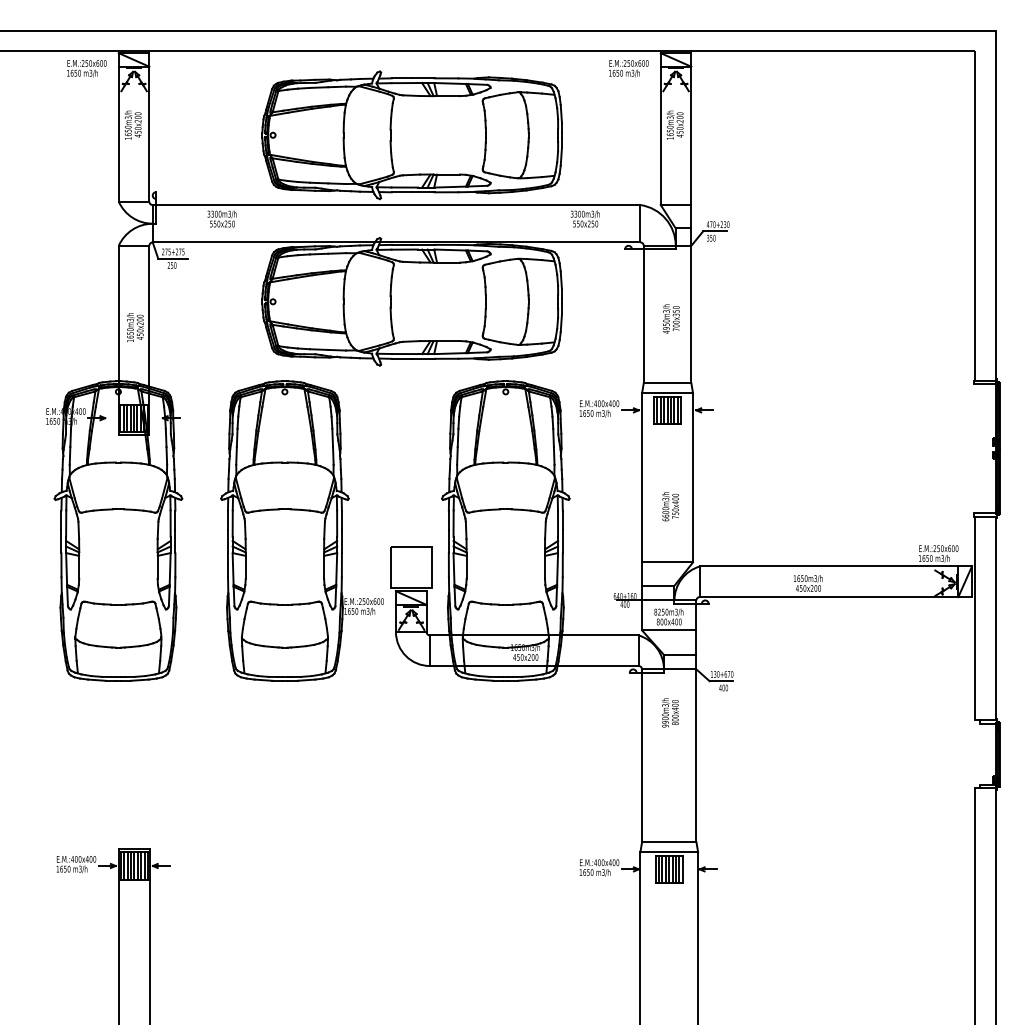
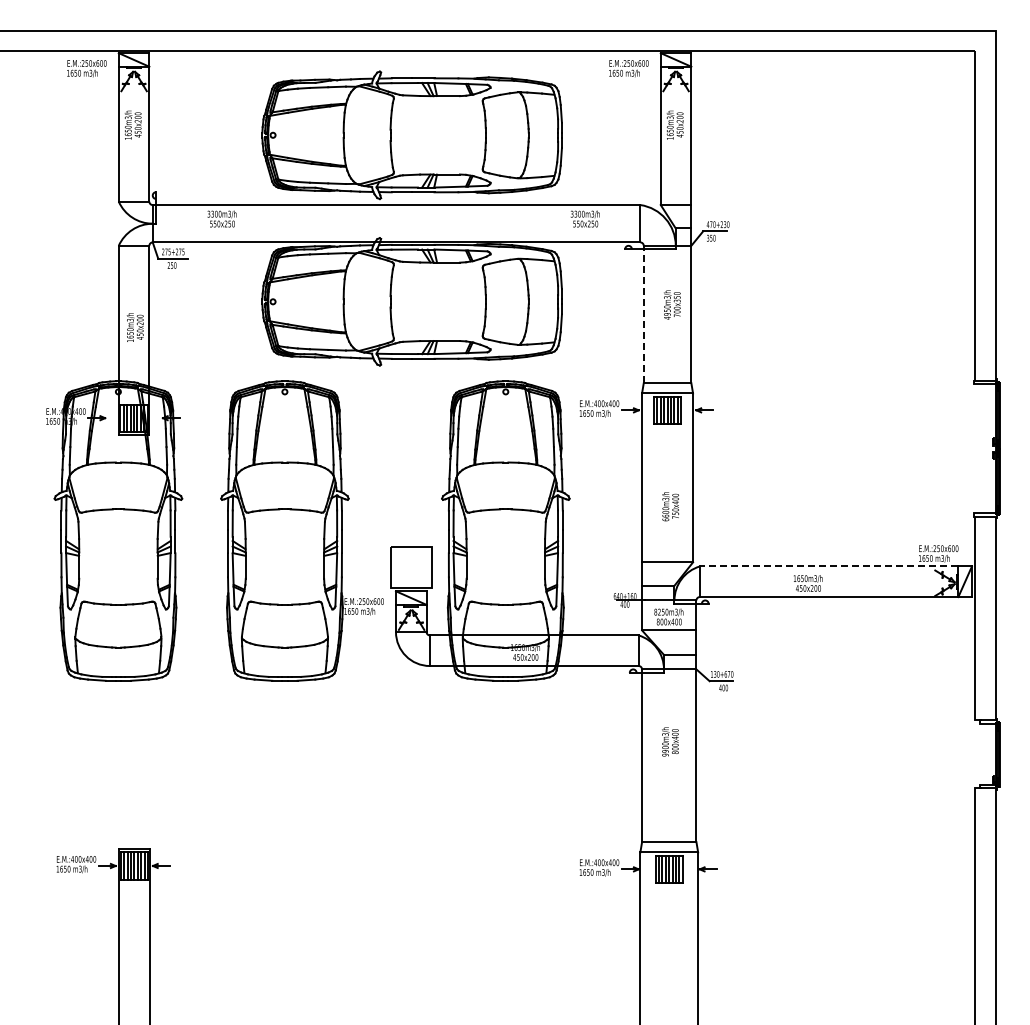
line at (643, 314): solid -> dashed
text at (671, 318) position: (671, 318) -> (672, 304)
line at (828, 566): solid -> dashed
text at (670, 712) position: (670, 712) -> (670, 741)
